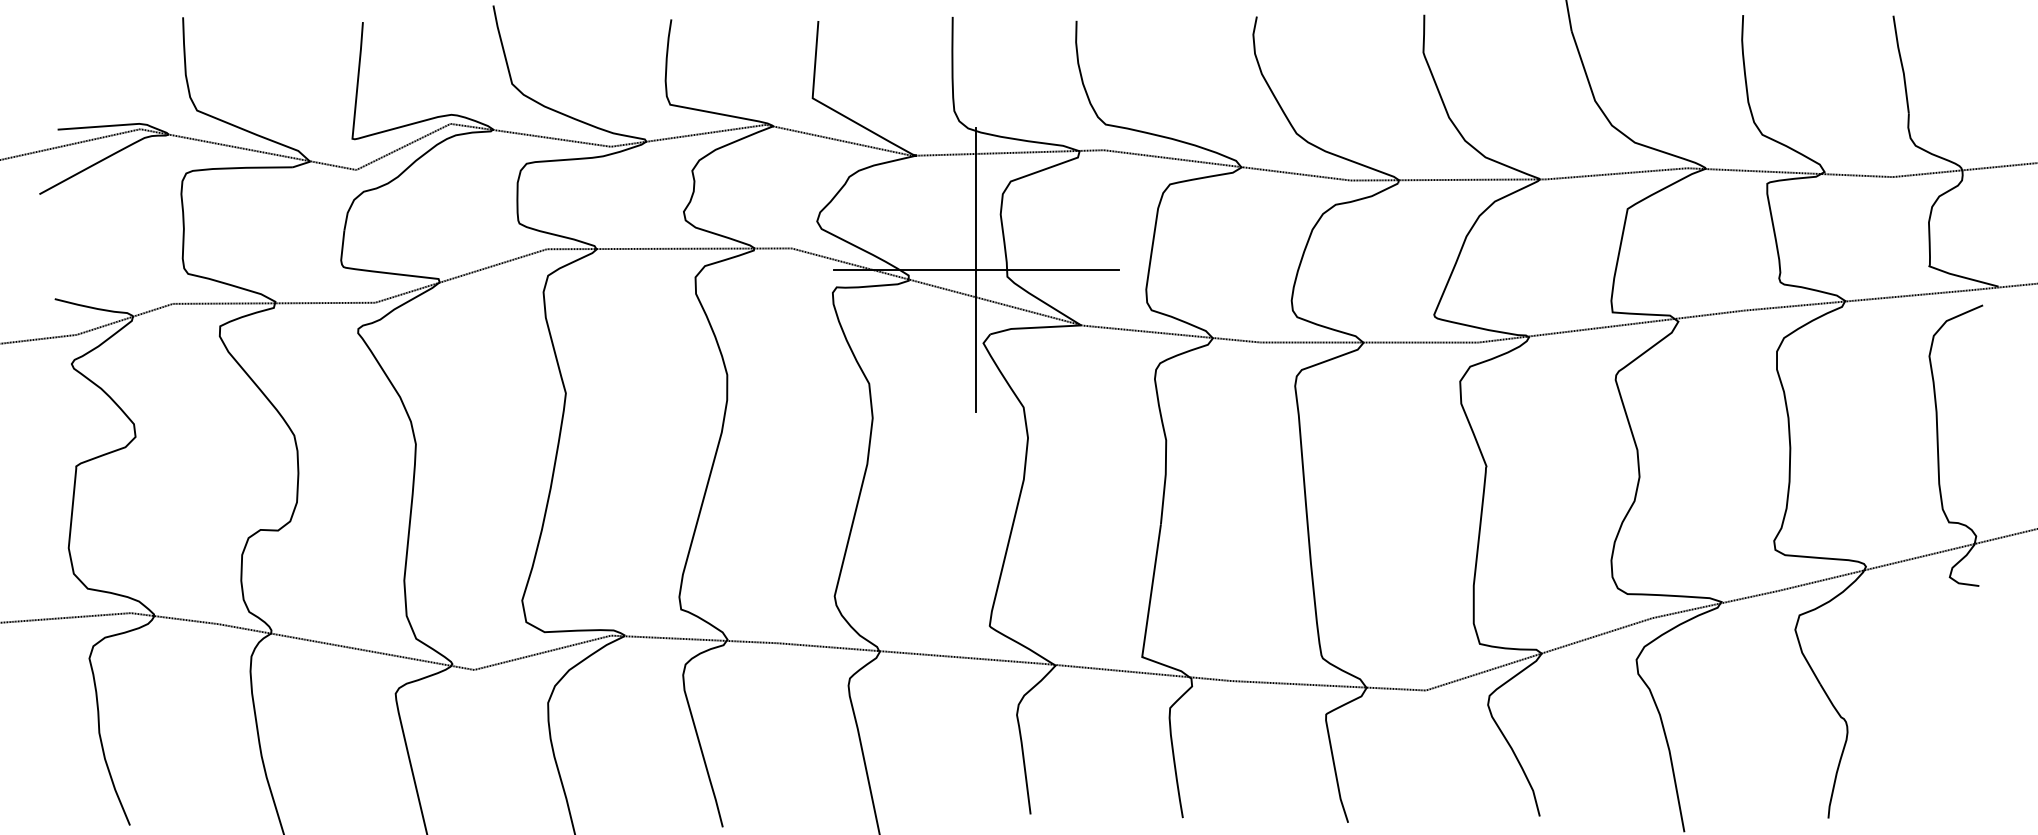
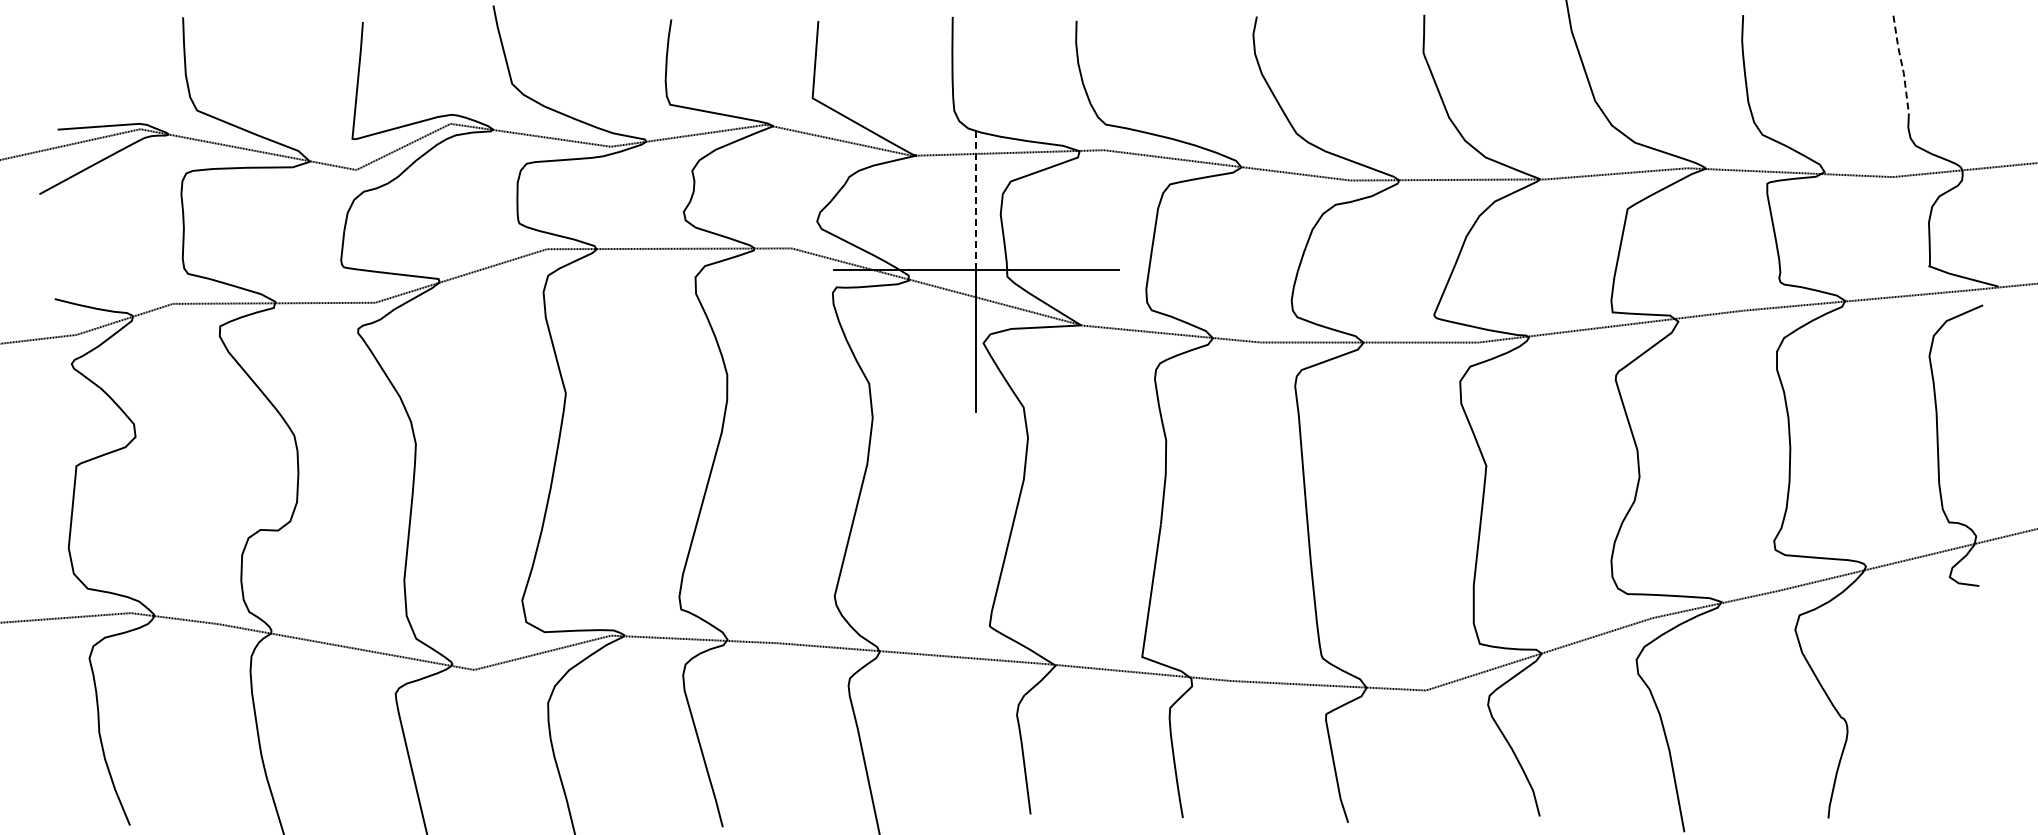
line at (1901, 64): solid -> dashed
line at (976, 199): solid -> dashed
